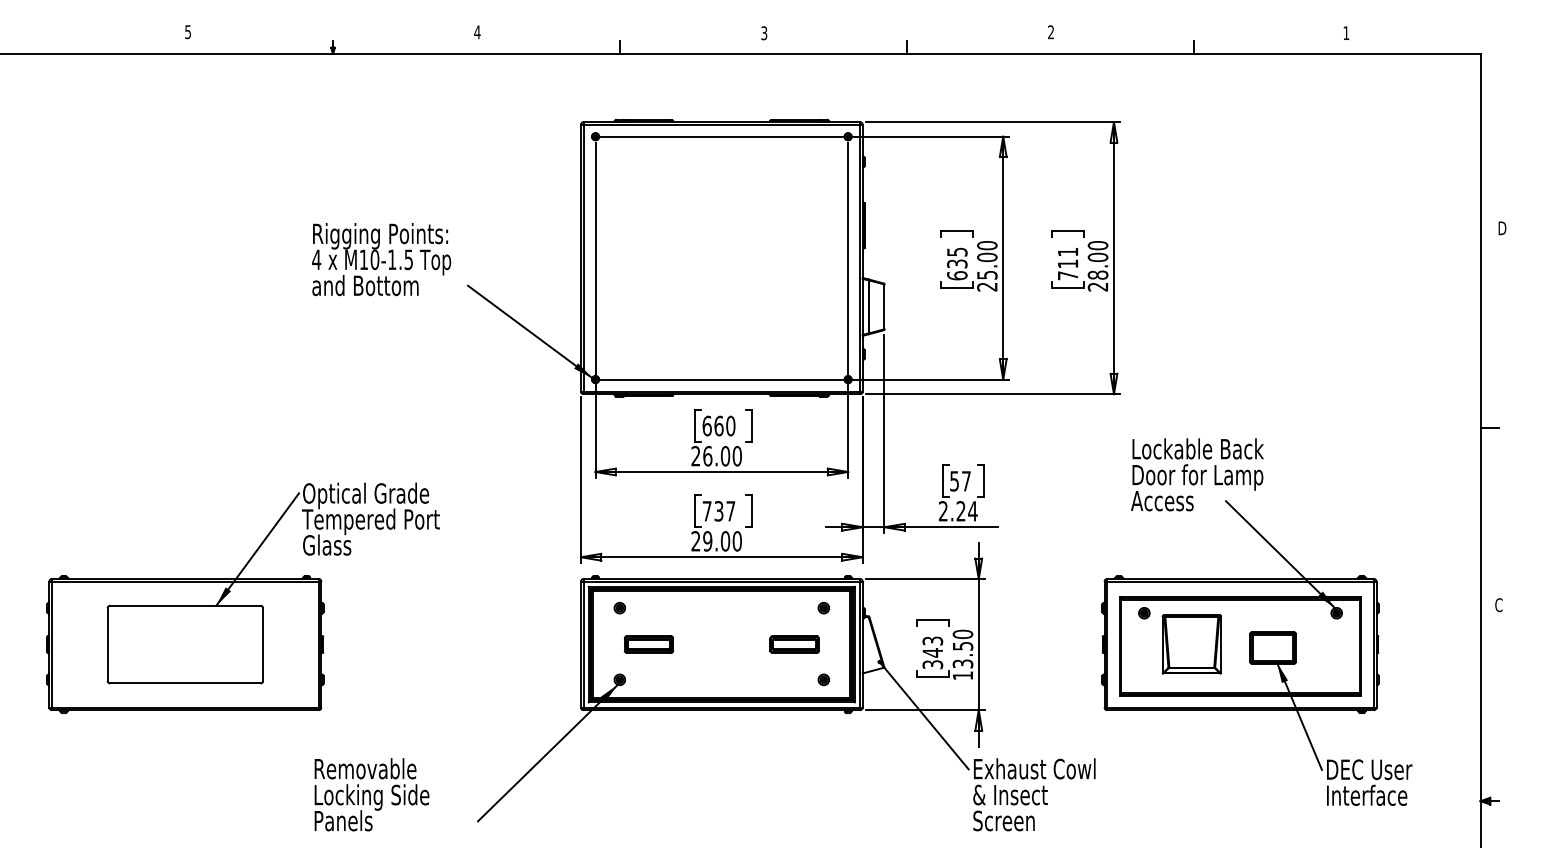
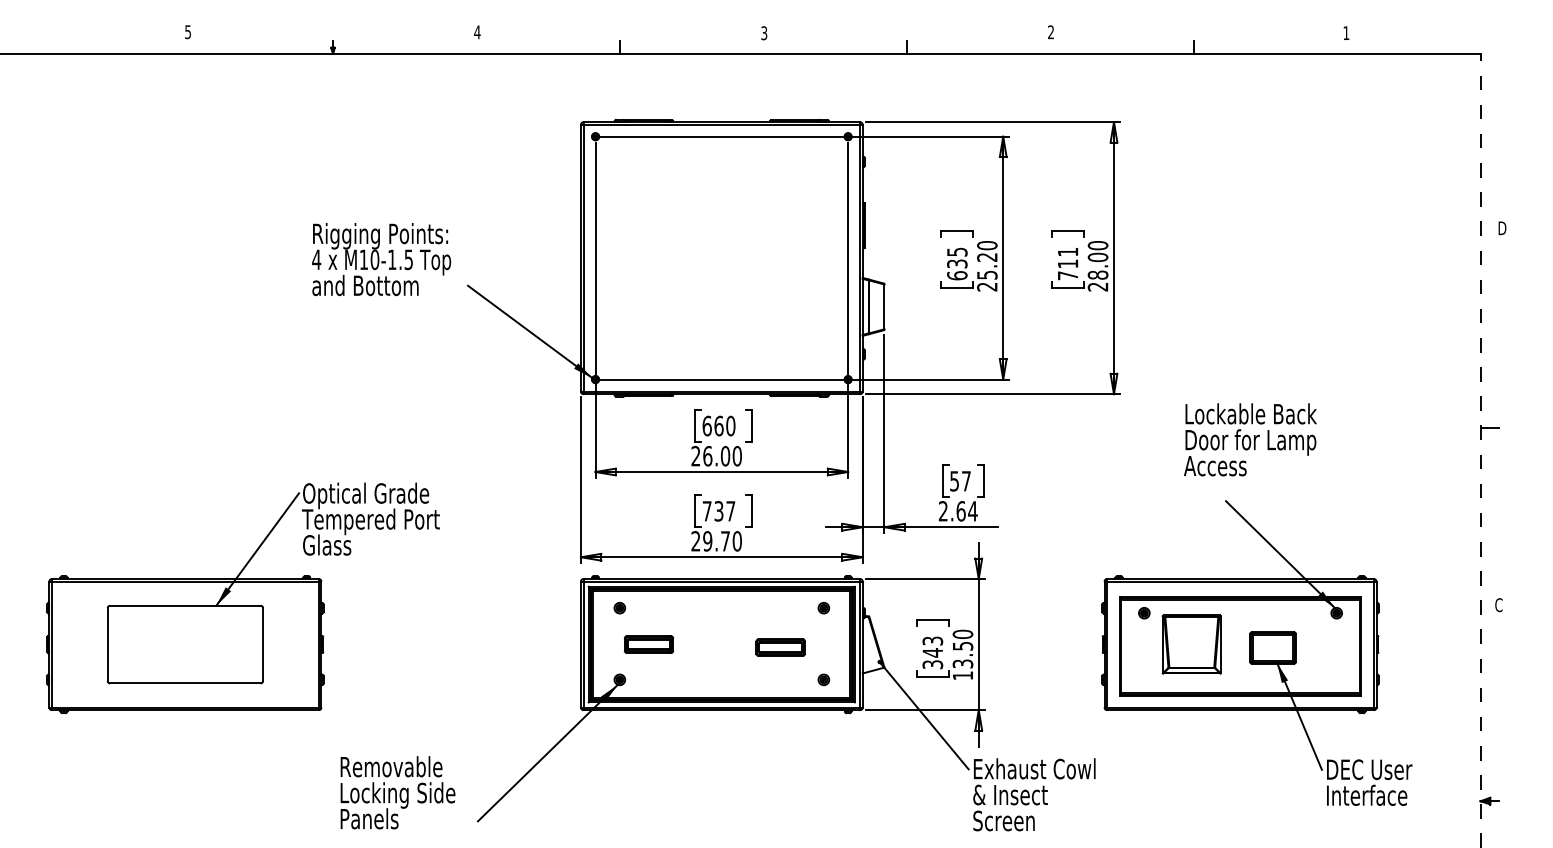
text at (987, 257): 25.00 -> 25.20
line at (1480, 450): solid -> dashed
text at (1197, 474) position: (1197, 474) -> (1250, 439)
text at (960, 511): 2.24 -> 2.64
text at (725, 541): 29.00 -> 29.70
part at (794, 644) position: (794, 644) -> (780, 647)
text at (371, 794) position: (371, 794) -> (397, 792)
